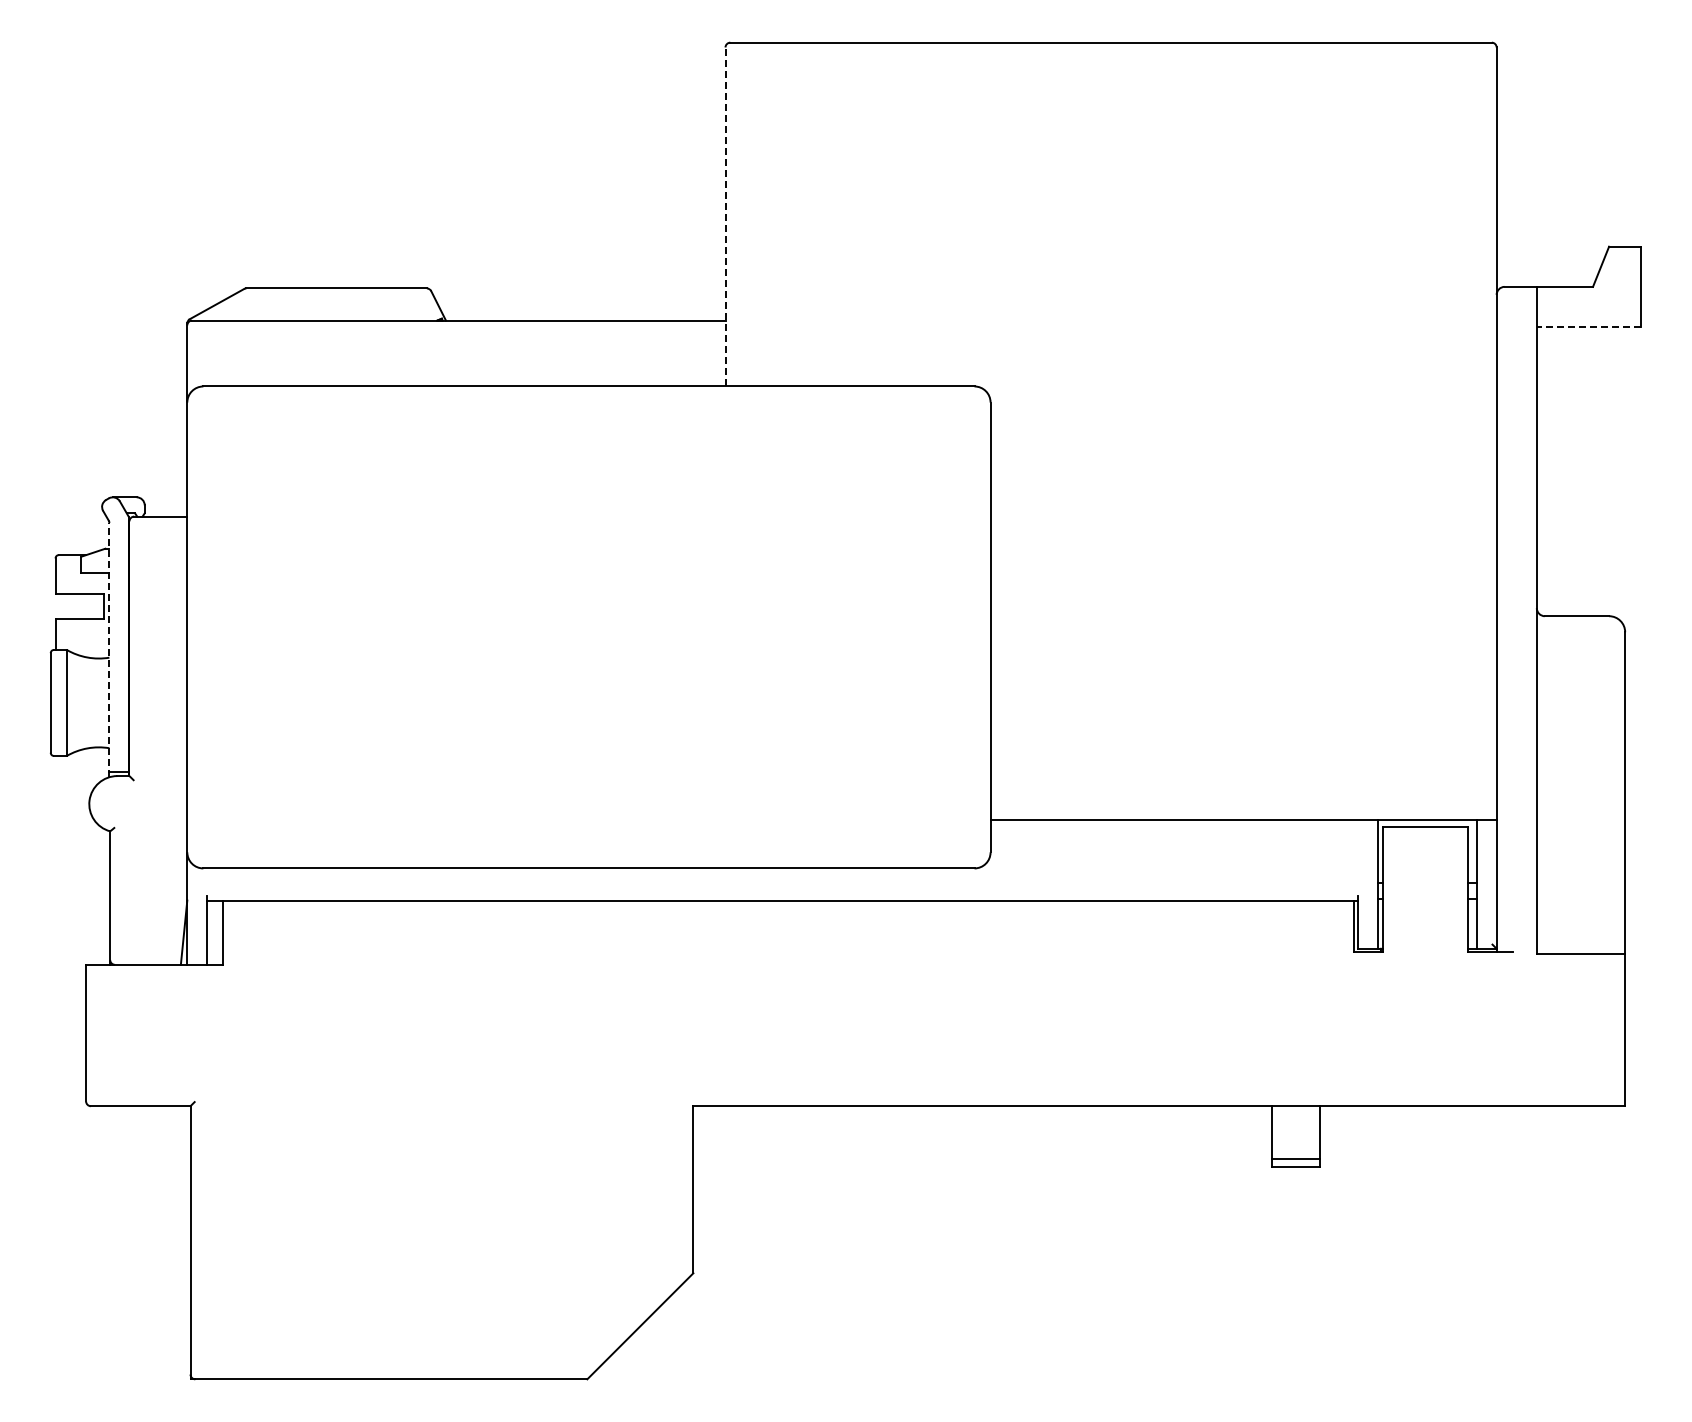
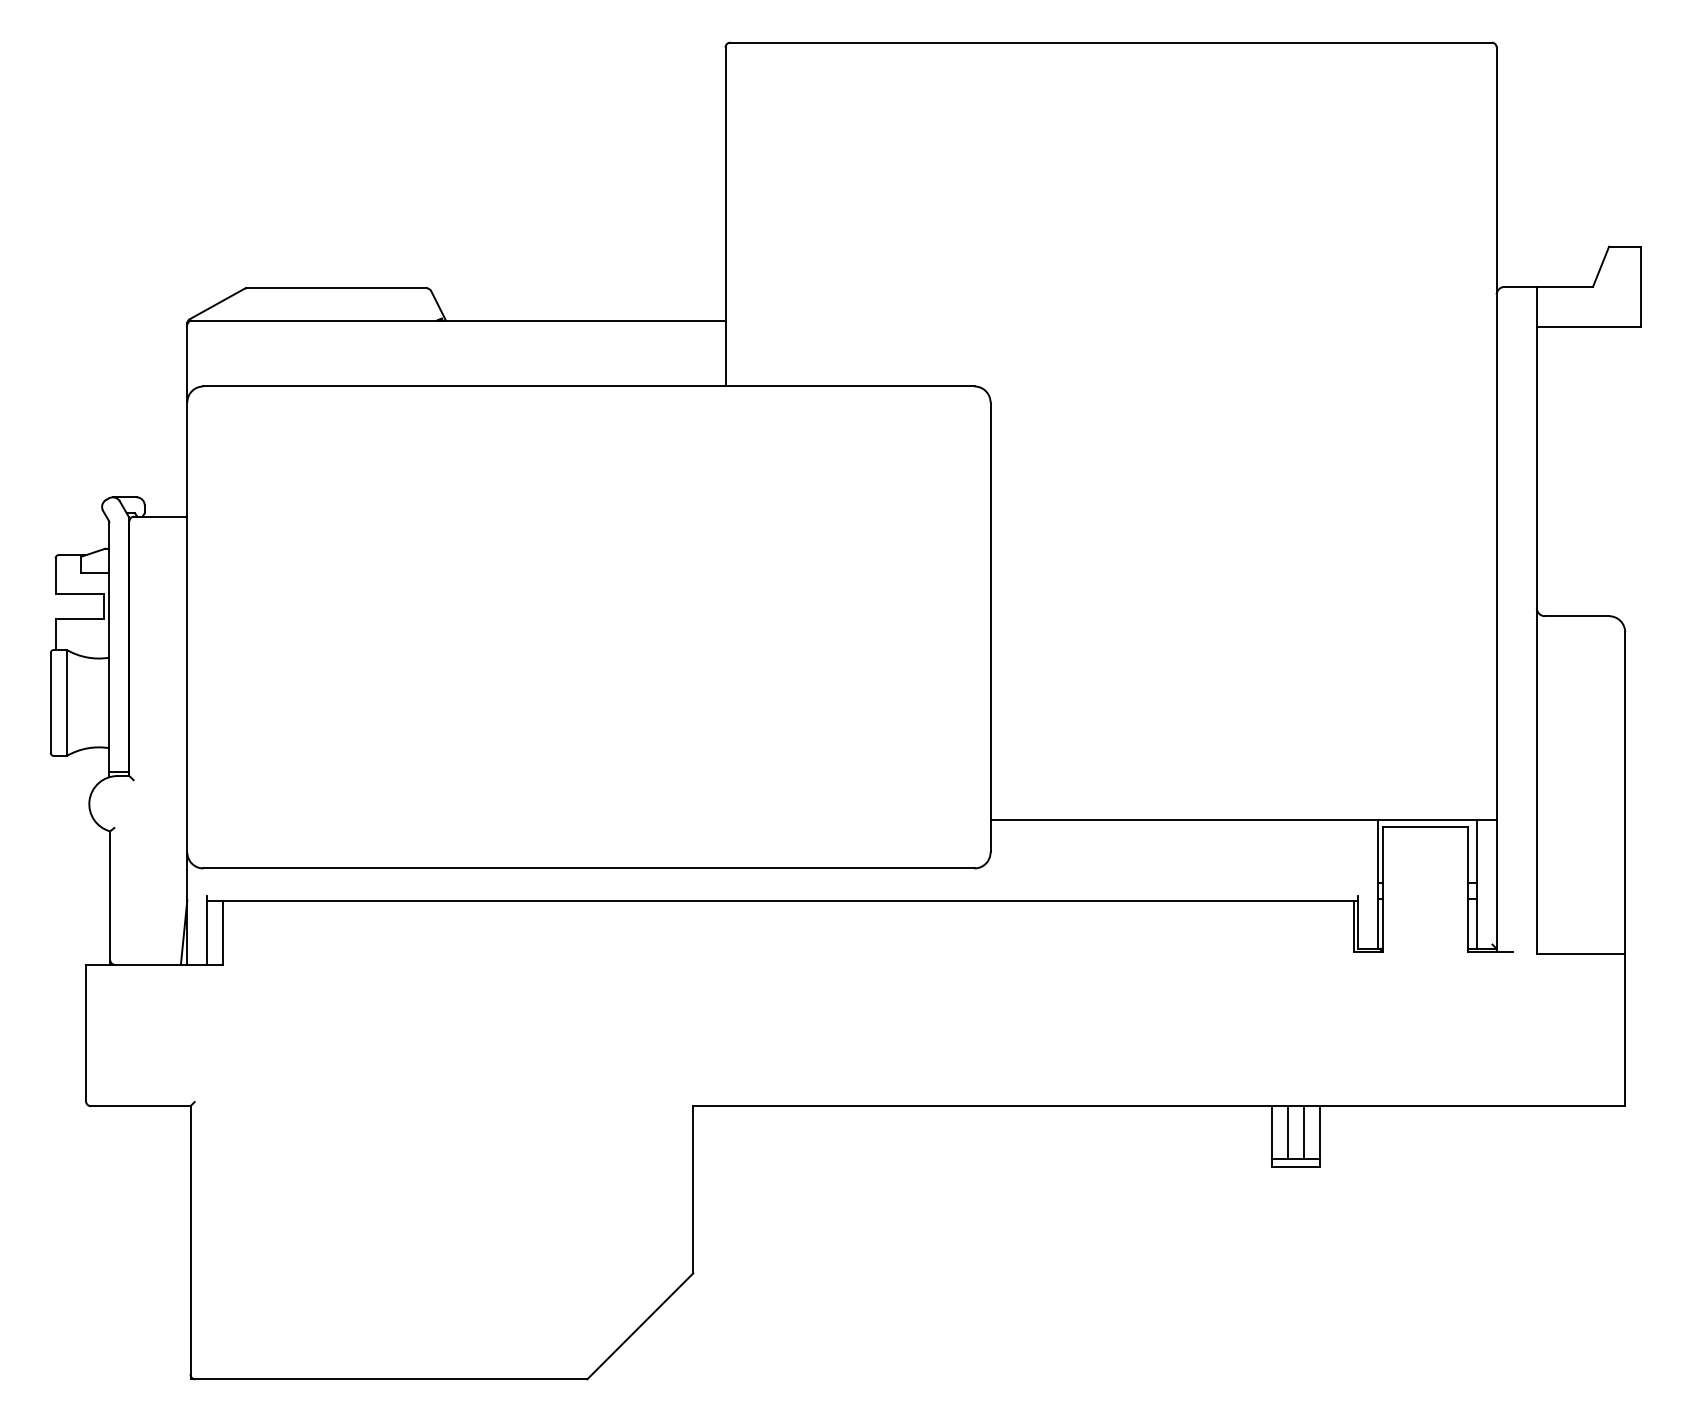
line at (725, 216): dashed -> solid
line at (1588, 327): dashed -> solid
line at (109, 649): dashed -> solid
line at (1287, 1132): none -> present
line at (1303, 1132): none -> present
